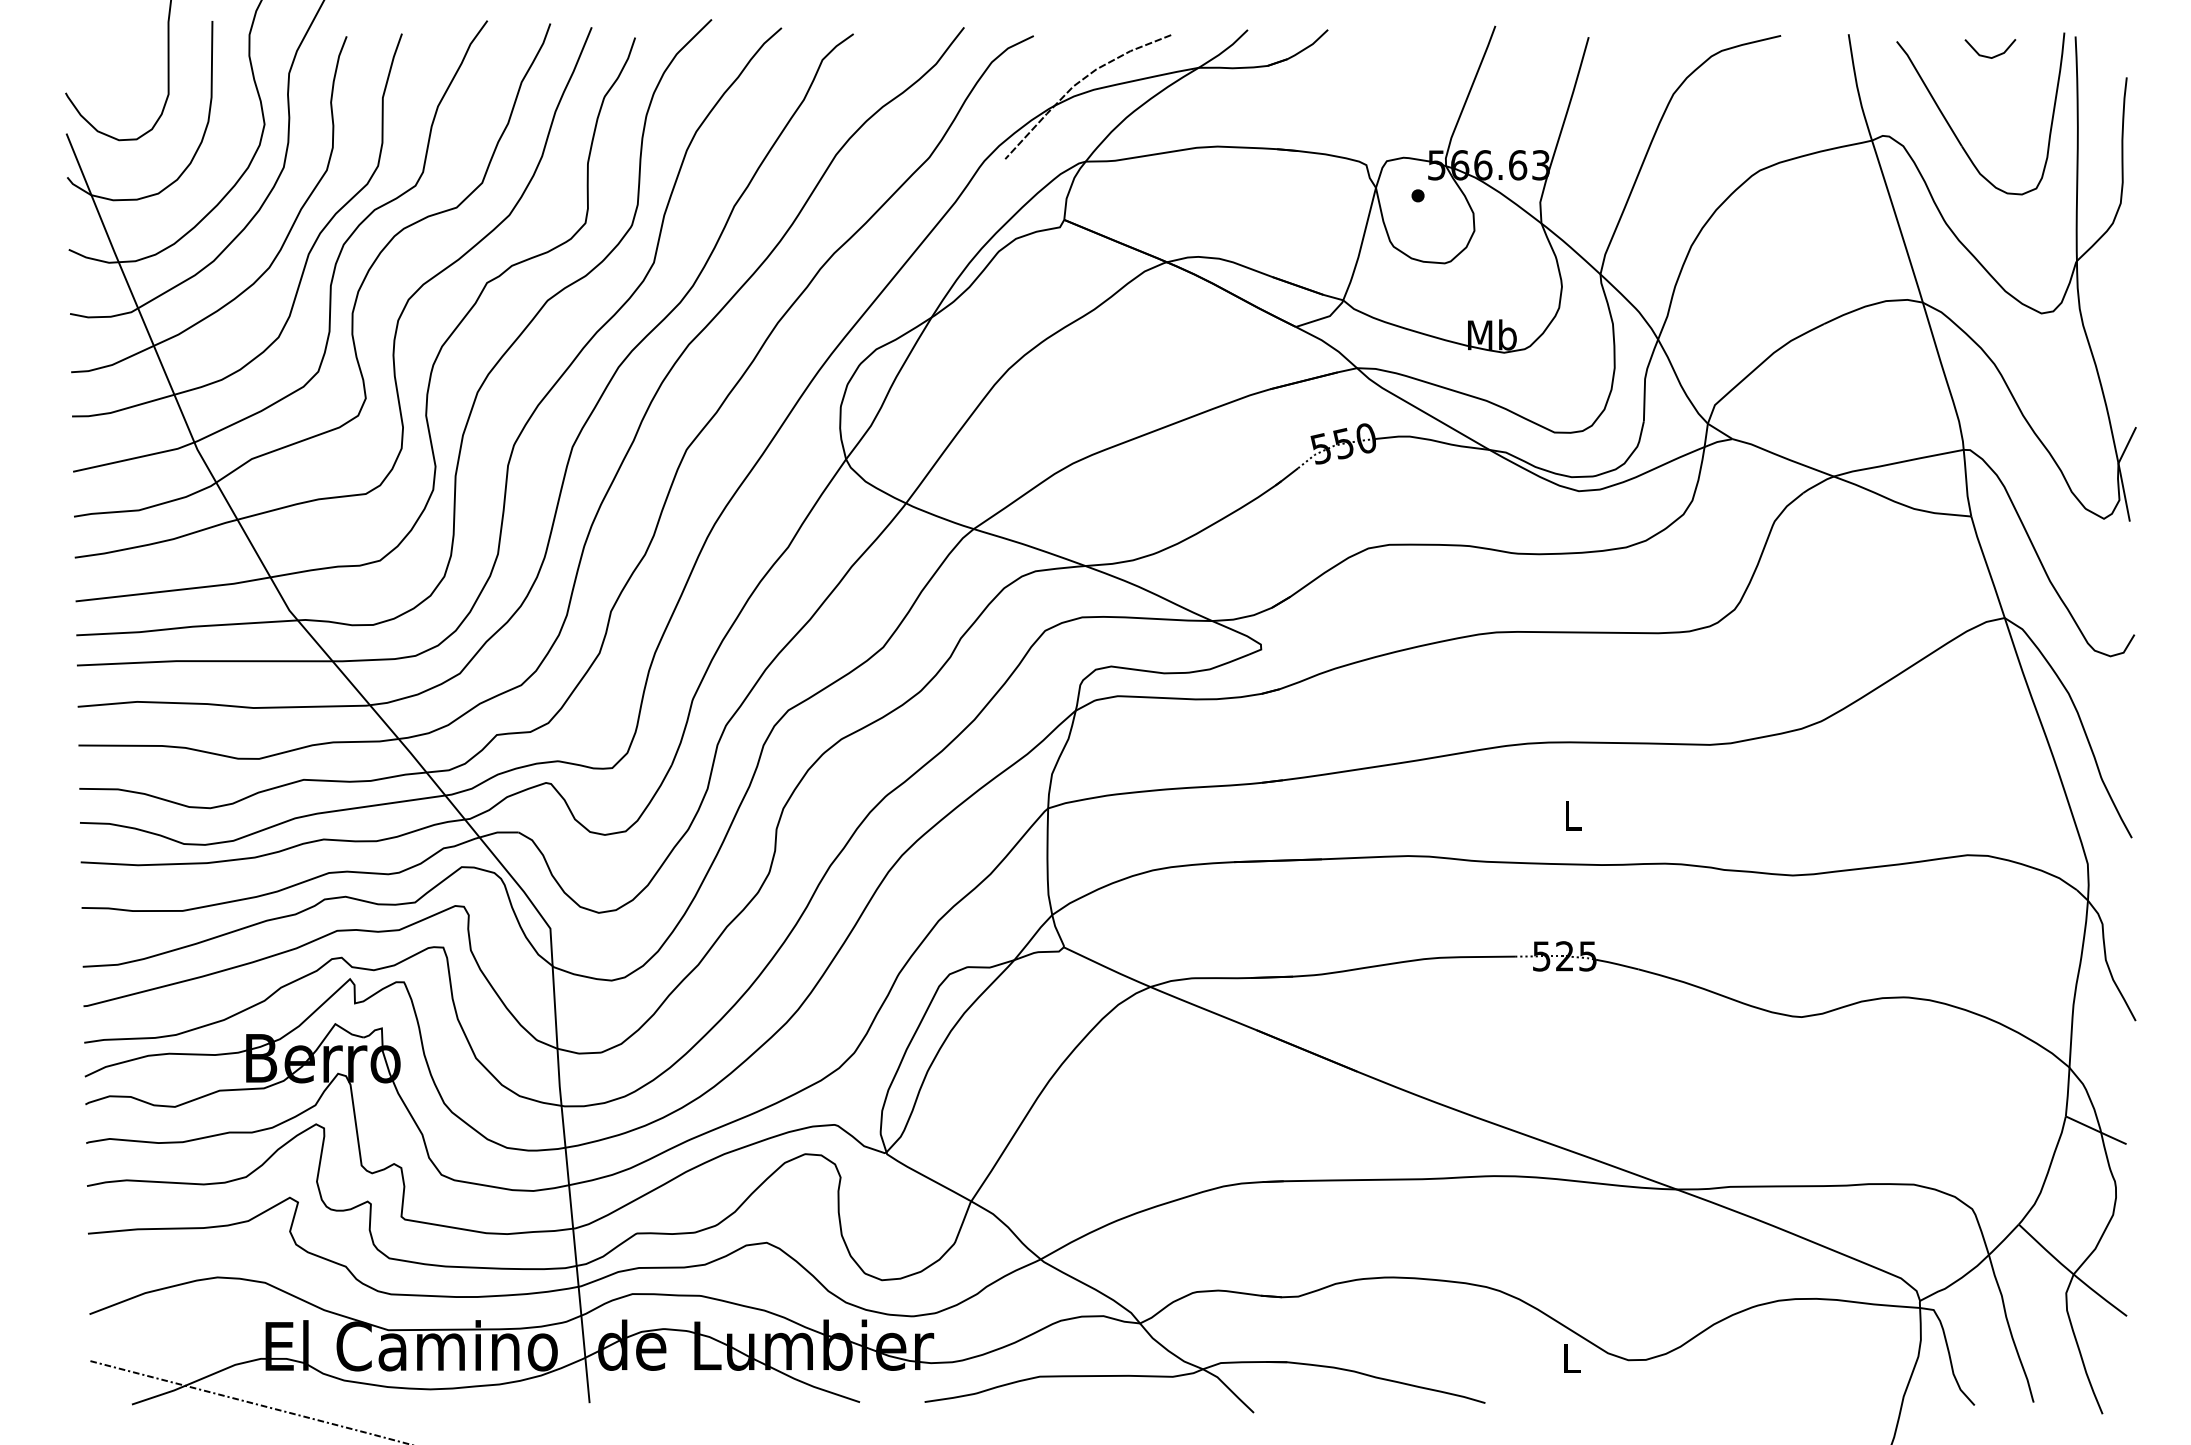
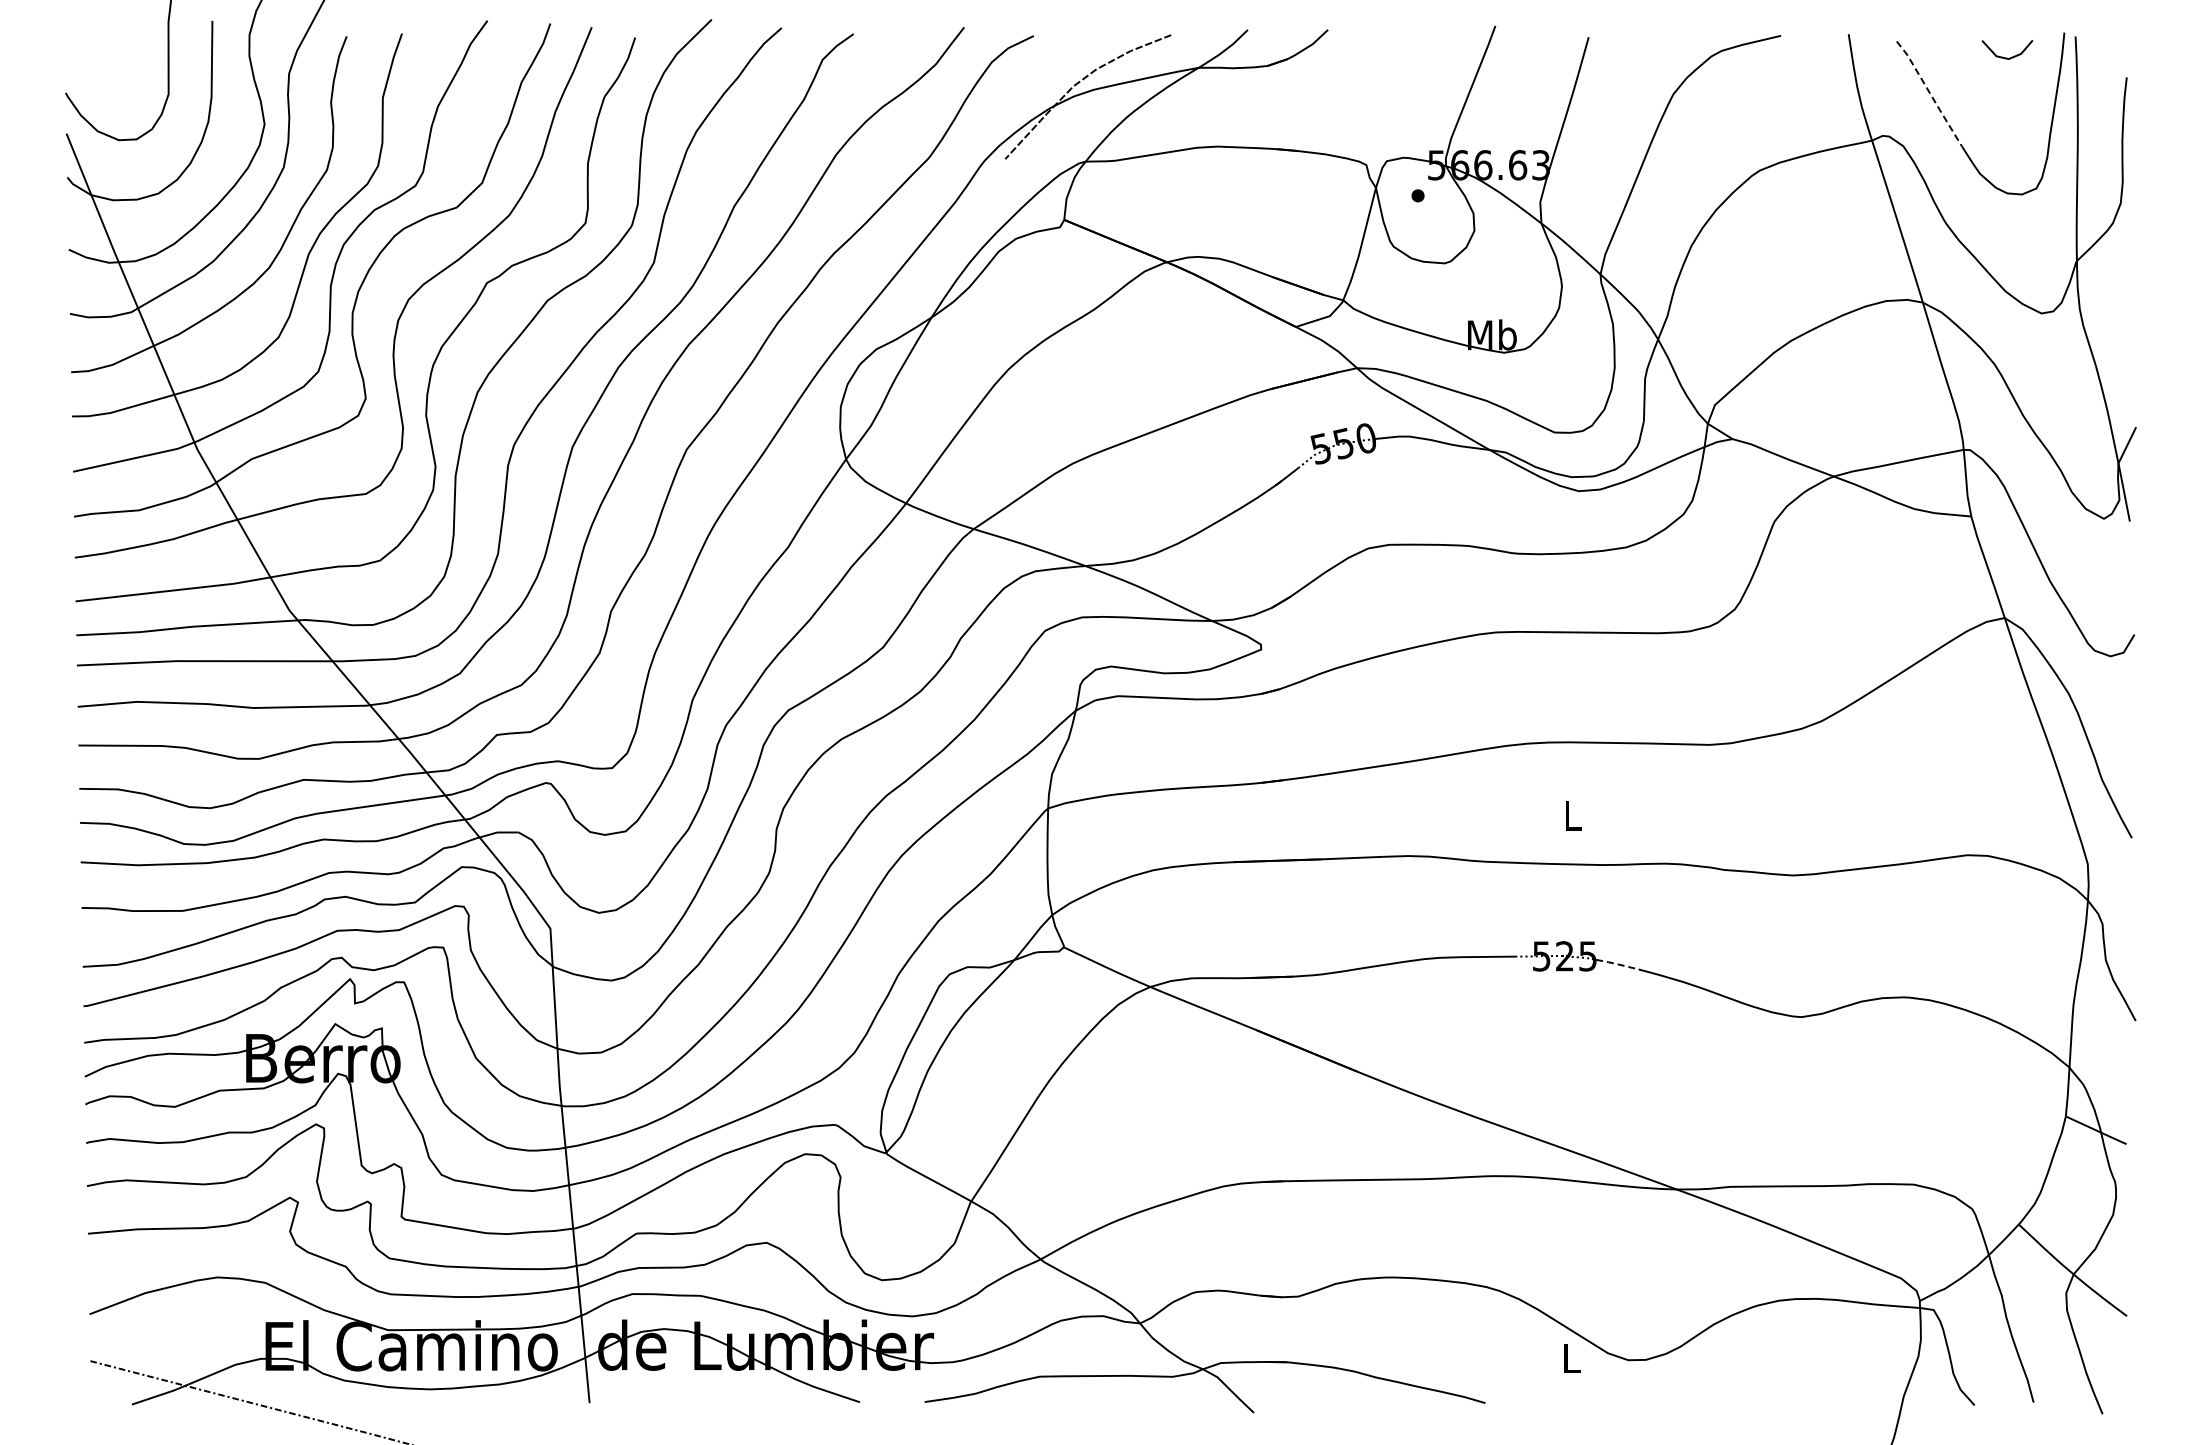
line at (1990, 56) position: (1990, 56) -> (2007, 57)
line at (1930, 93): solid -> dashed
line at (1617, 964): solid -> dashed
